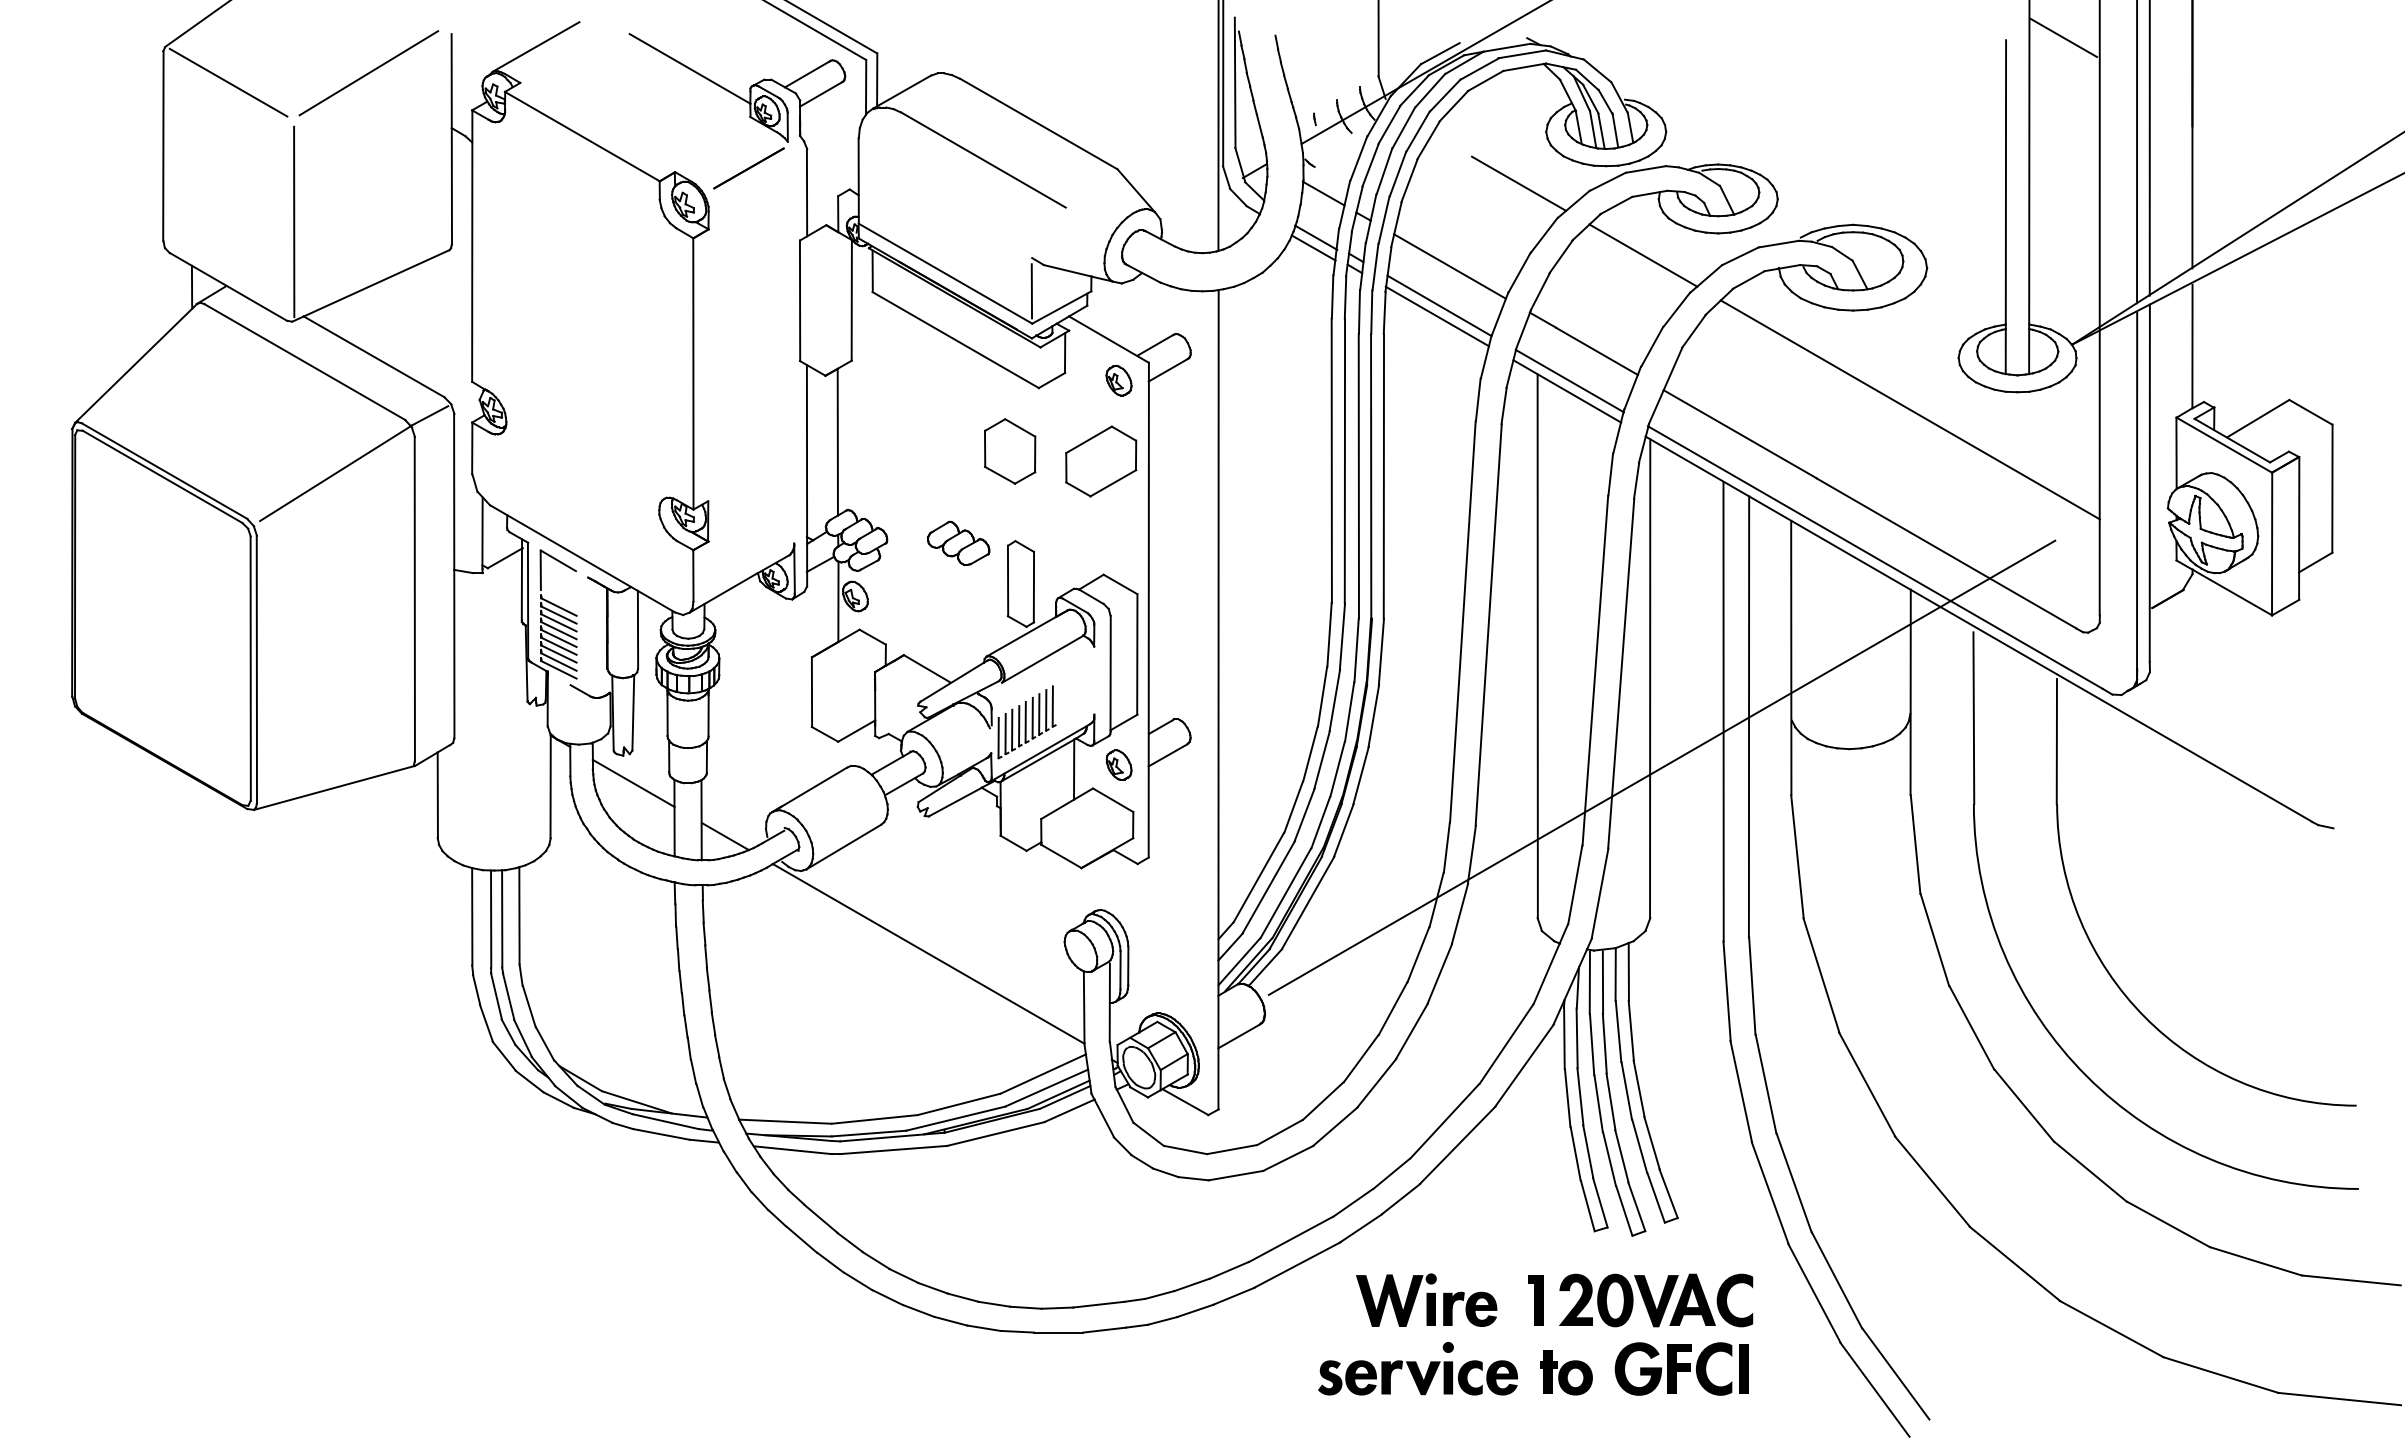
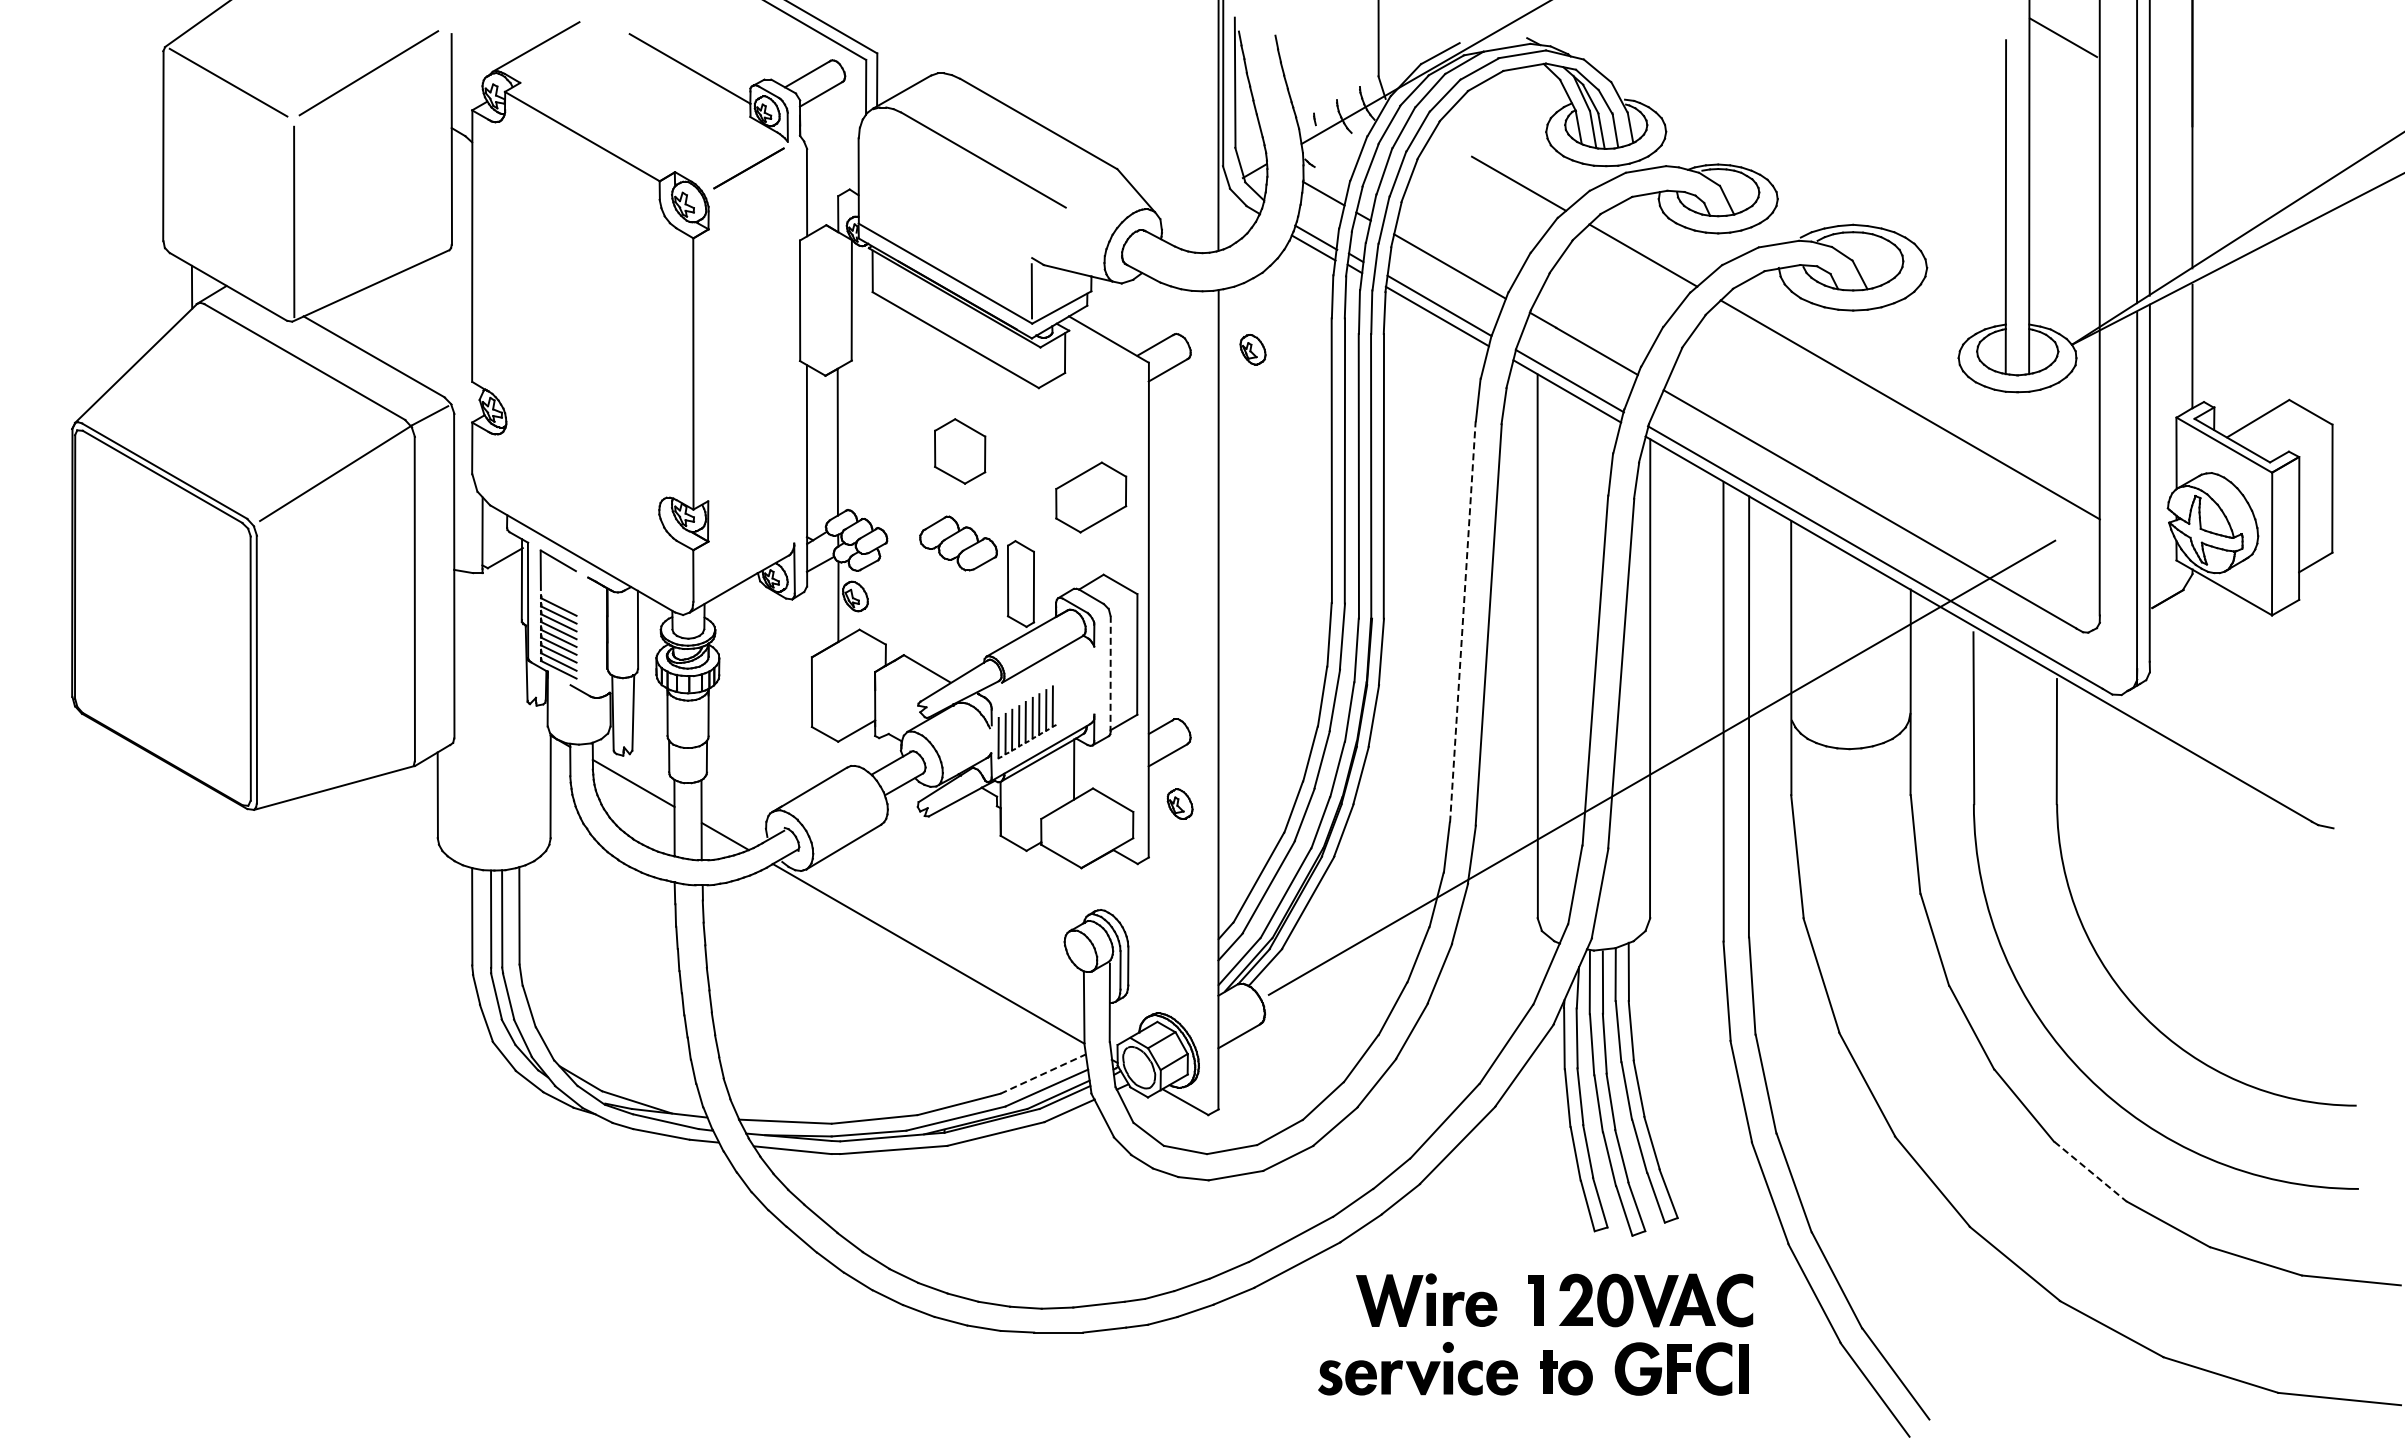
part at (1118, 380) position: (1118, 380) -> (1252, 349)
part at (1010, 451) position: (1010, 451) -> (960, 451)
part at (1101, 461) position: (1101, 461) -> (1091, 497)
part at (958, 542) size: 64x46 px -> 79x57 px
line at (1462, 621): solid -> dashed
line at (1110, 674): solid -> dashed
part at (1118, 764) position: (1118, 764) -> (1179, 803)
line at (1043, 1073): solid -> dashed
line at (2090, 1171): solid -> dashed
